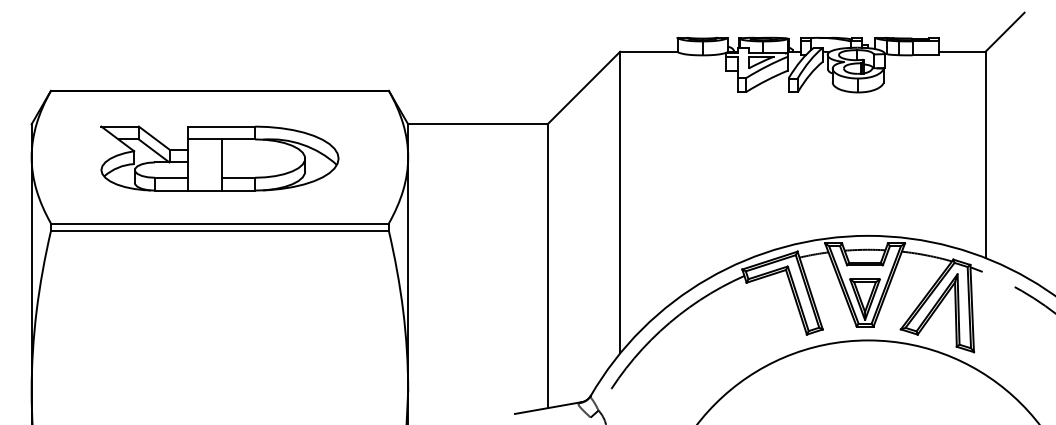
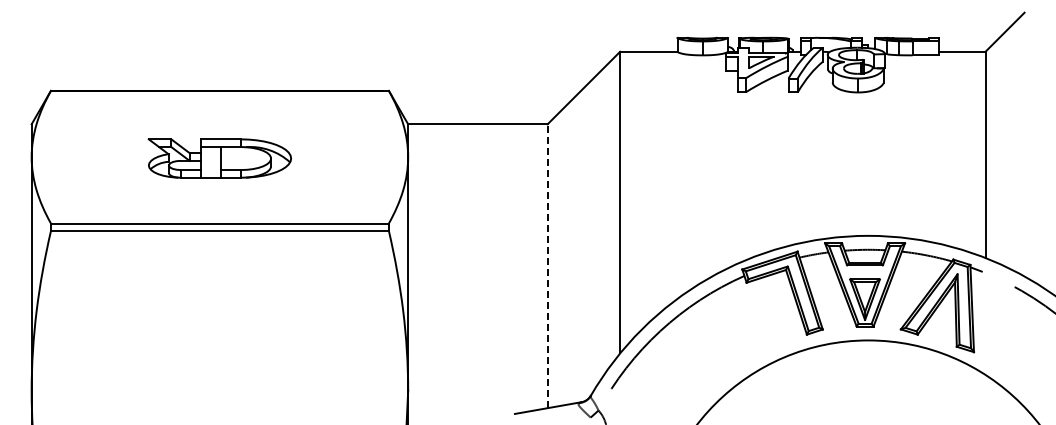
part at (219, 158) size: 240x67 px -> 146x41 px
line at (547, 266): solid -> dashed
